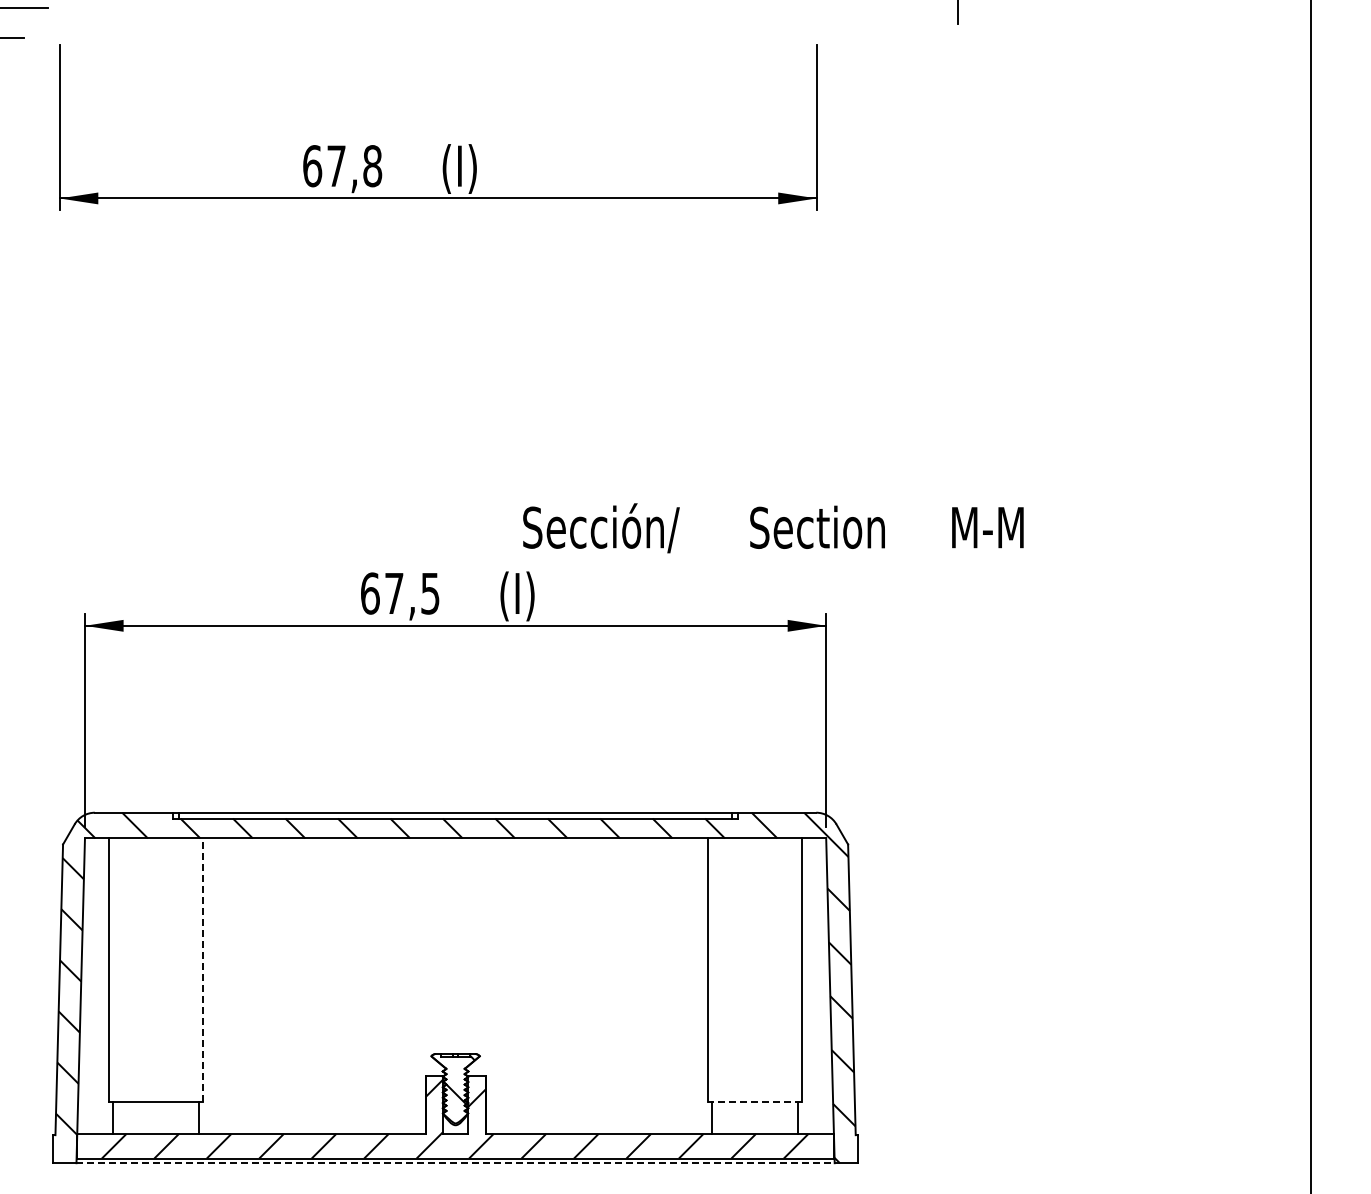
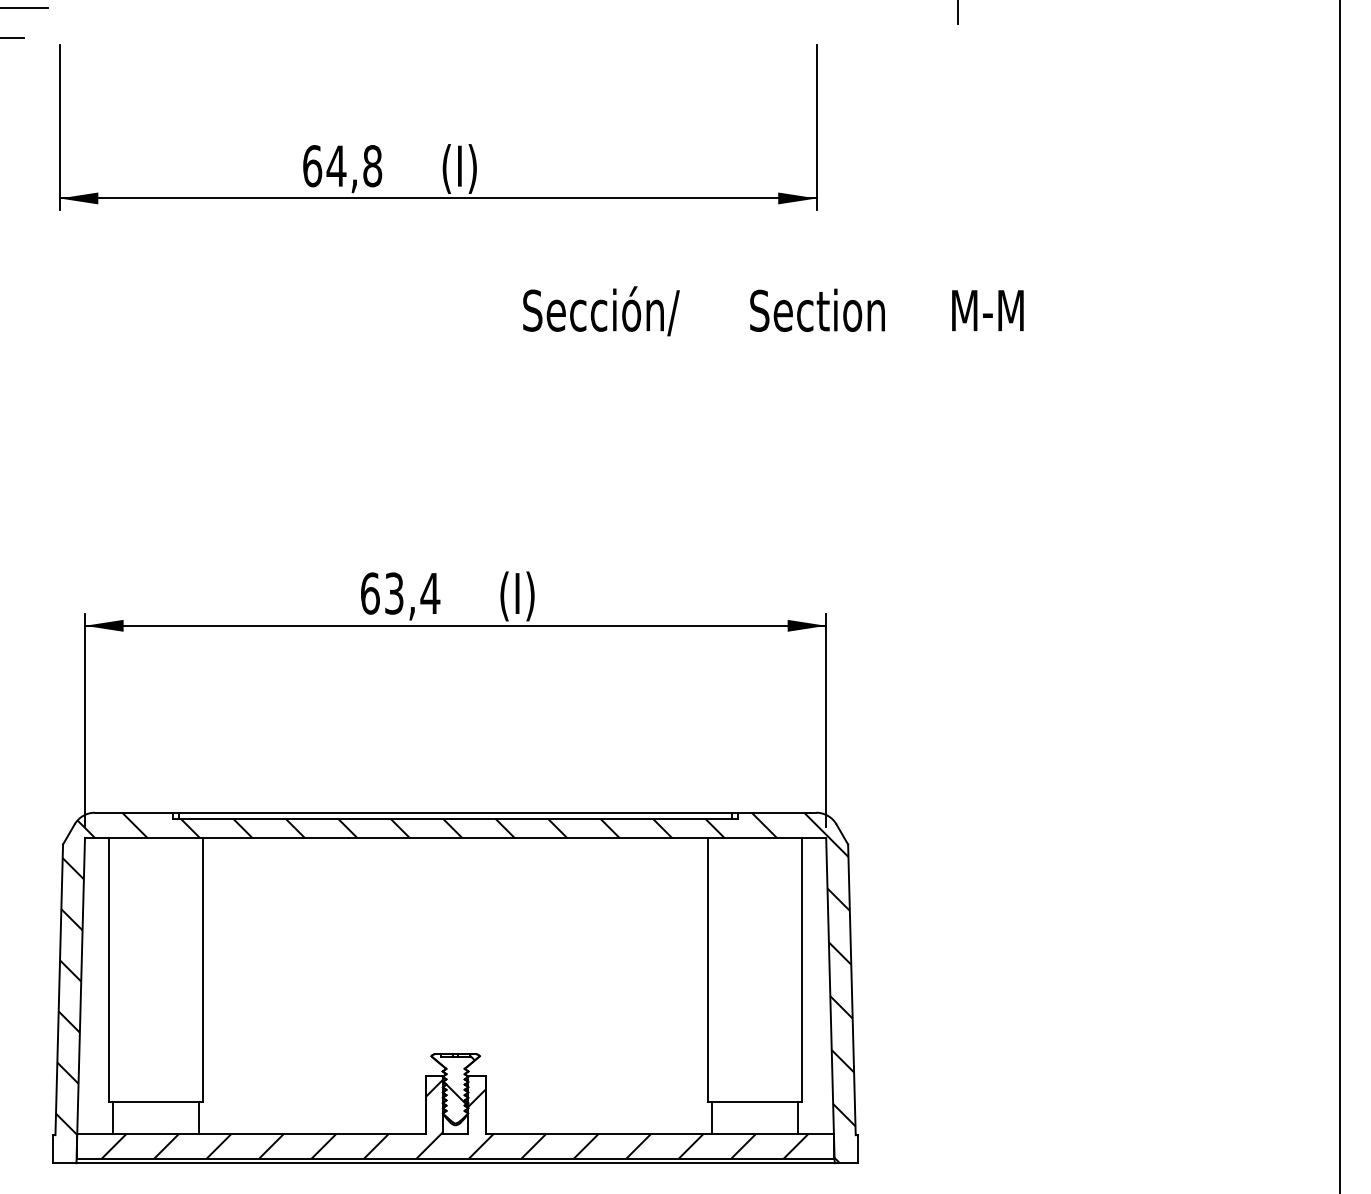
text at (336, 165): 67,8 -> 64,8
text at (773, 528) position: (773, 528) -> (773, 311)
text at (412, 593): 67,5 -> 63,4
line at (1310, 596) position: (1310, 596) -> (1339, 596)
line at (202, 969): dashed -> solid
line at (754, 1102): dashed -> solid
line at (456, 1163): dashed -> solid
